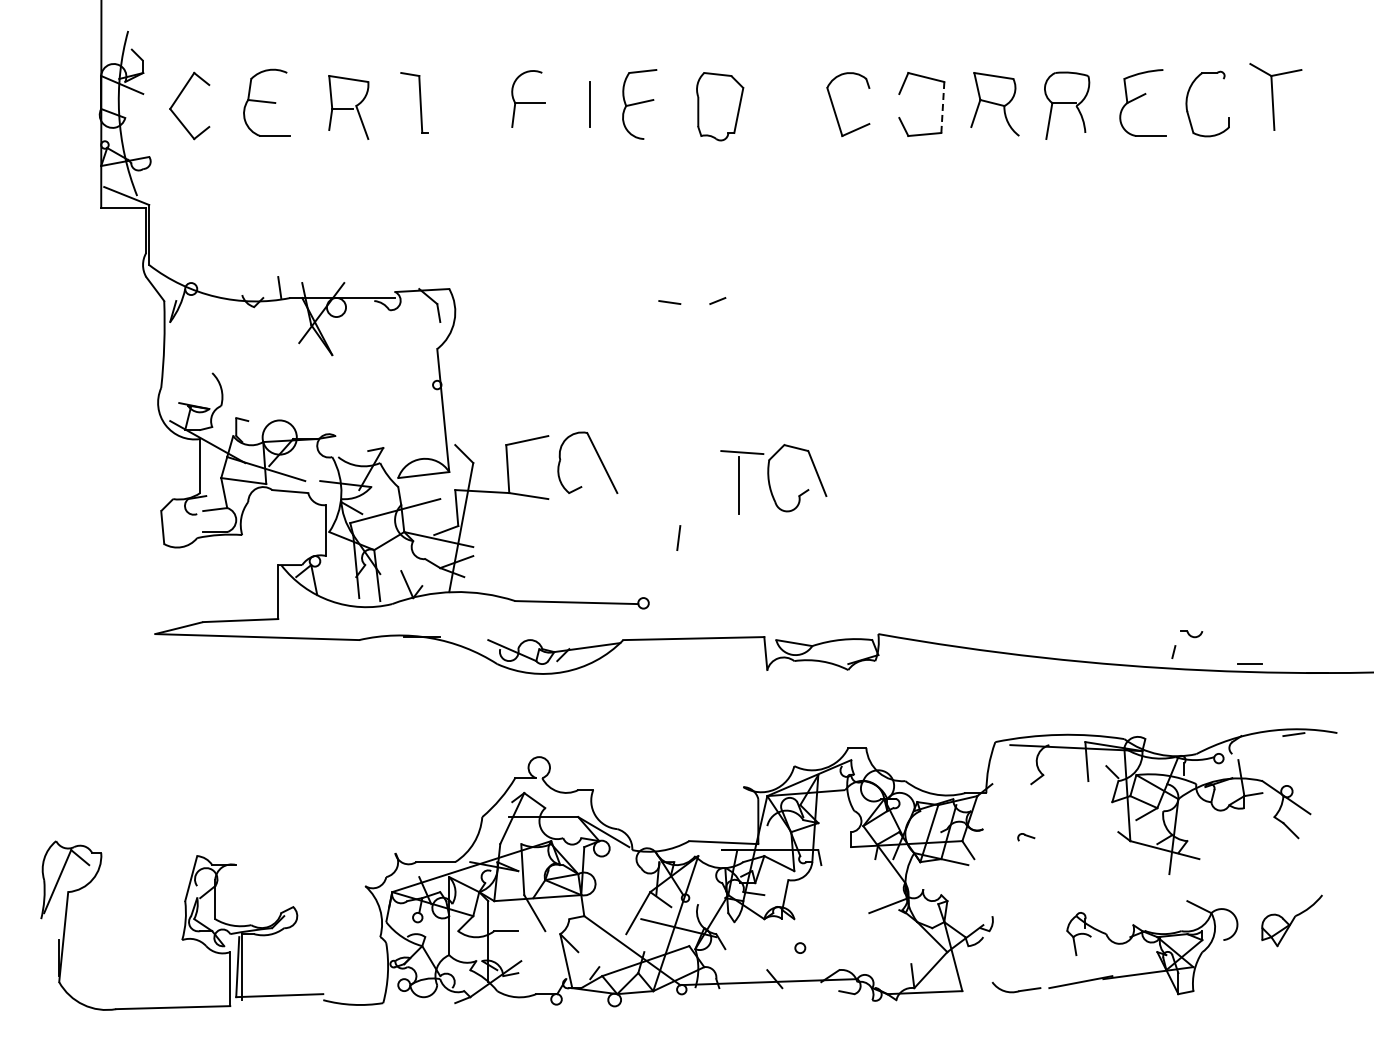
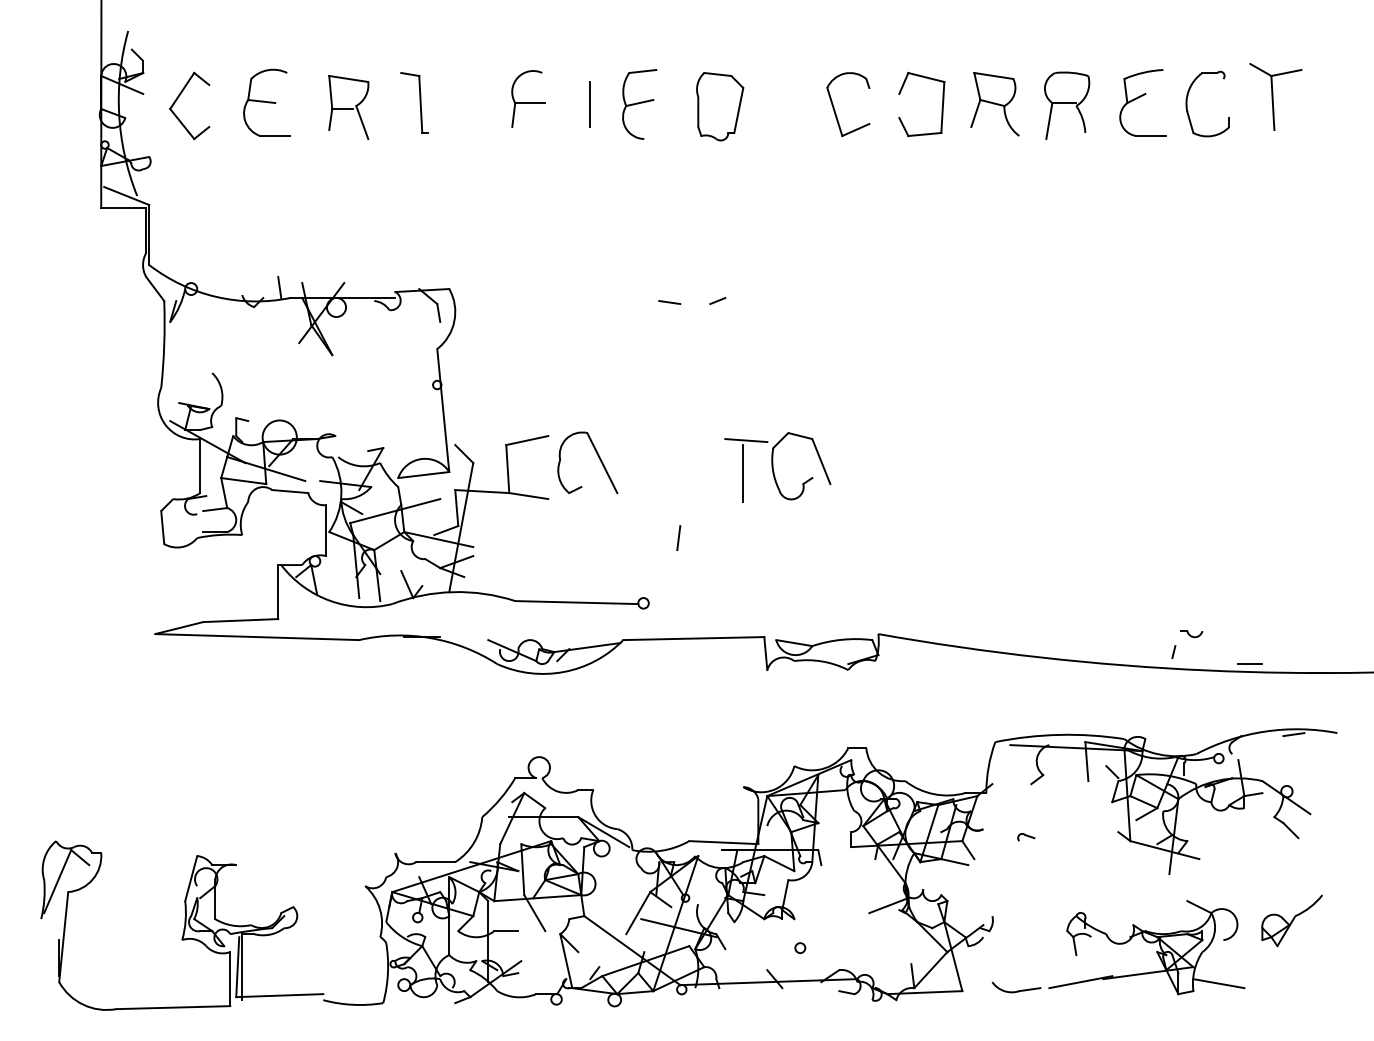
line at (942, 107): dashed -> solid
part at (773, 479) position: (773, 479) -> (777, 467)
line at (1218, 983): none -> present
